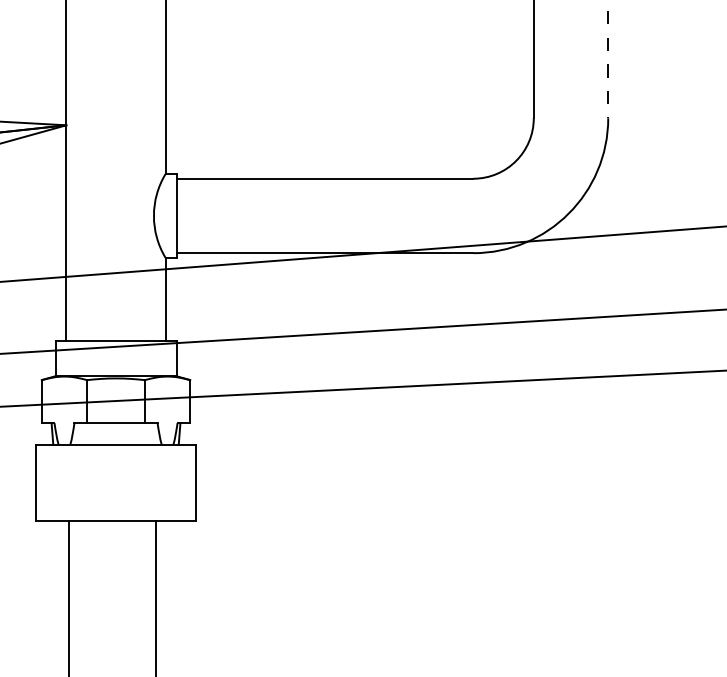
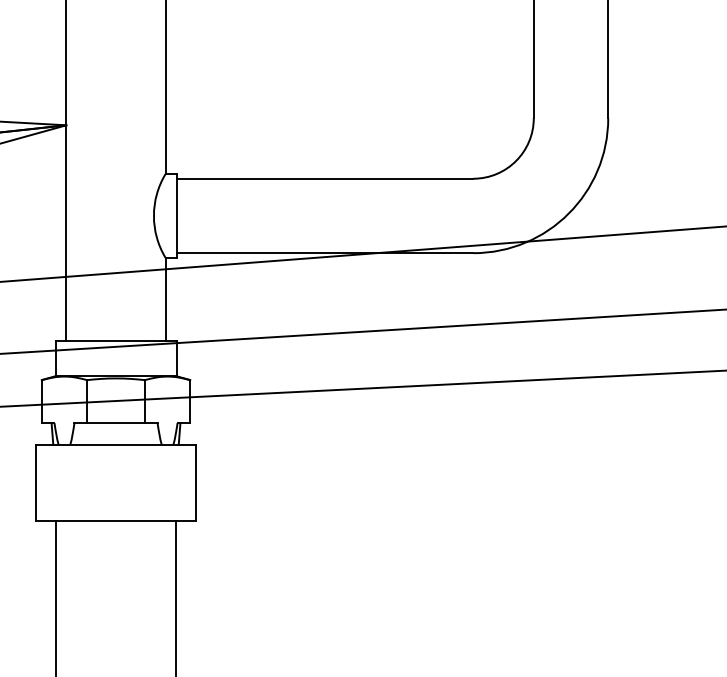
line at (608, 59): dashed -> solid
line at (69, 596) position: (69, 596) -> (56, 596)
line at (155, 596) position: (155, 596) -> (175, 596)
